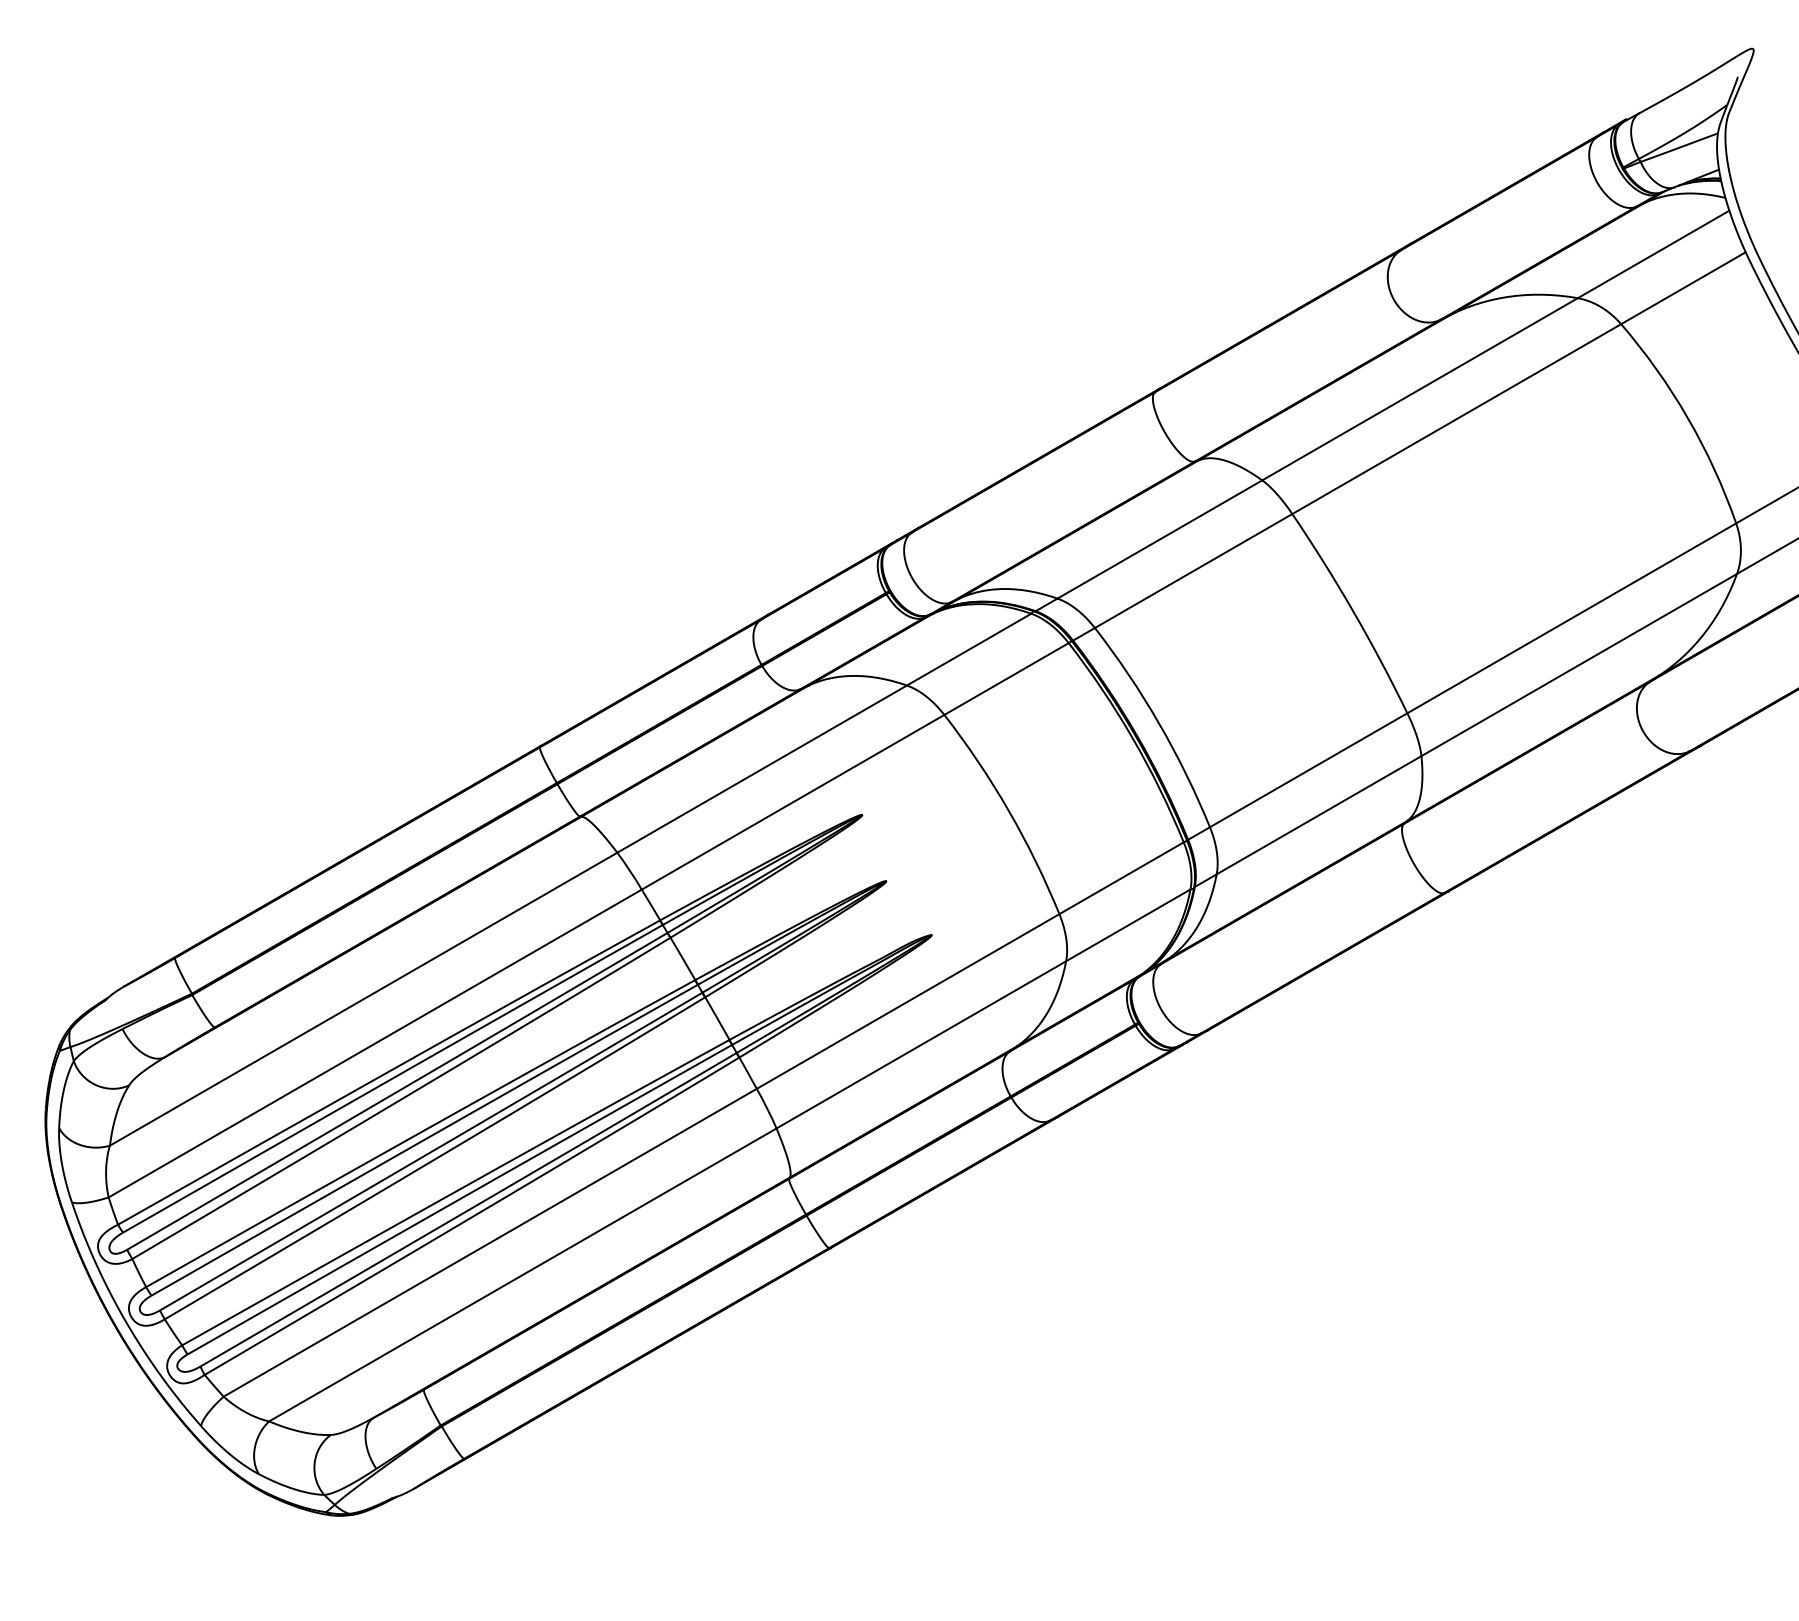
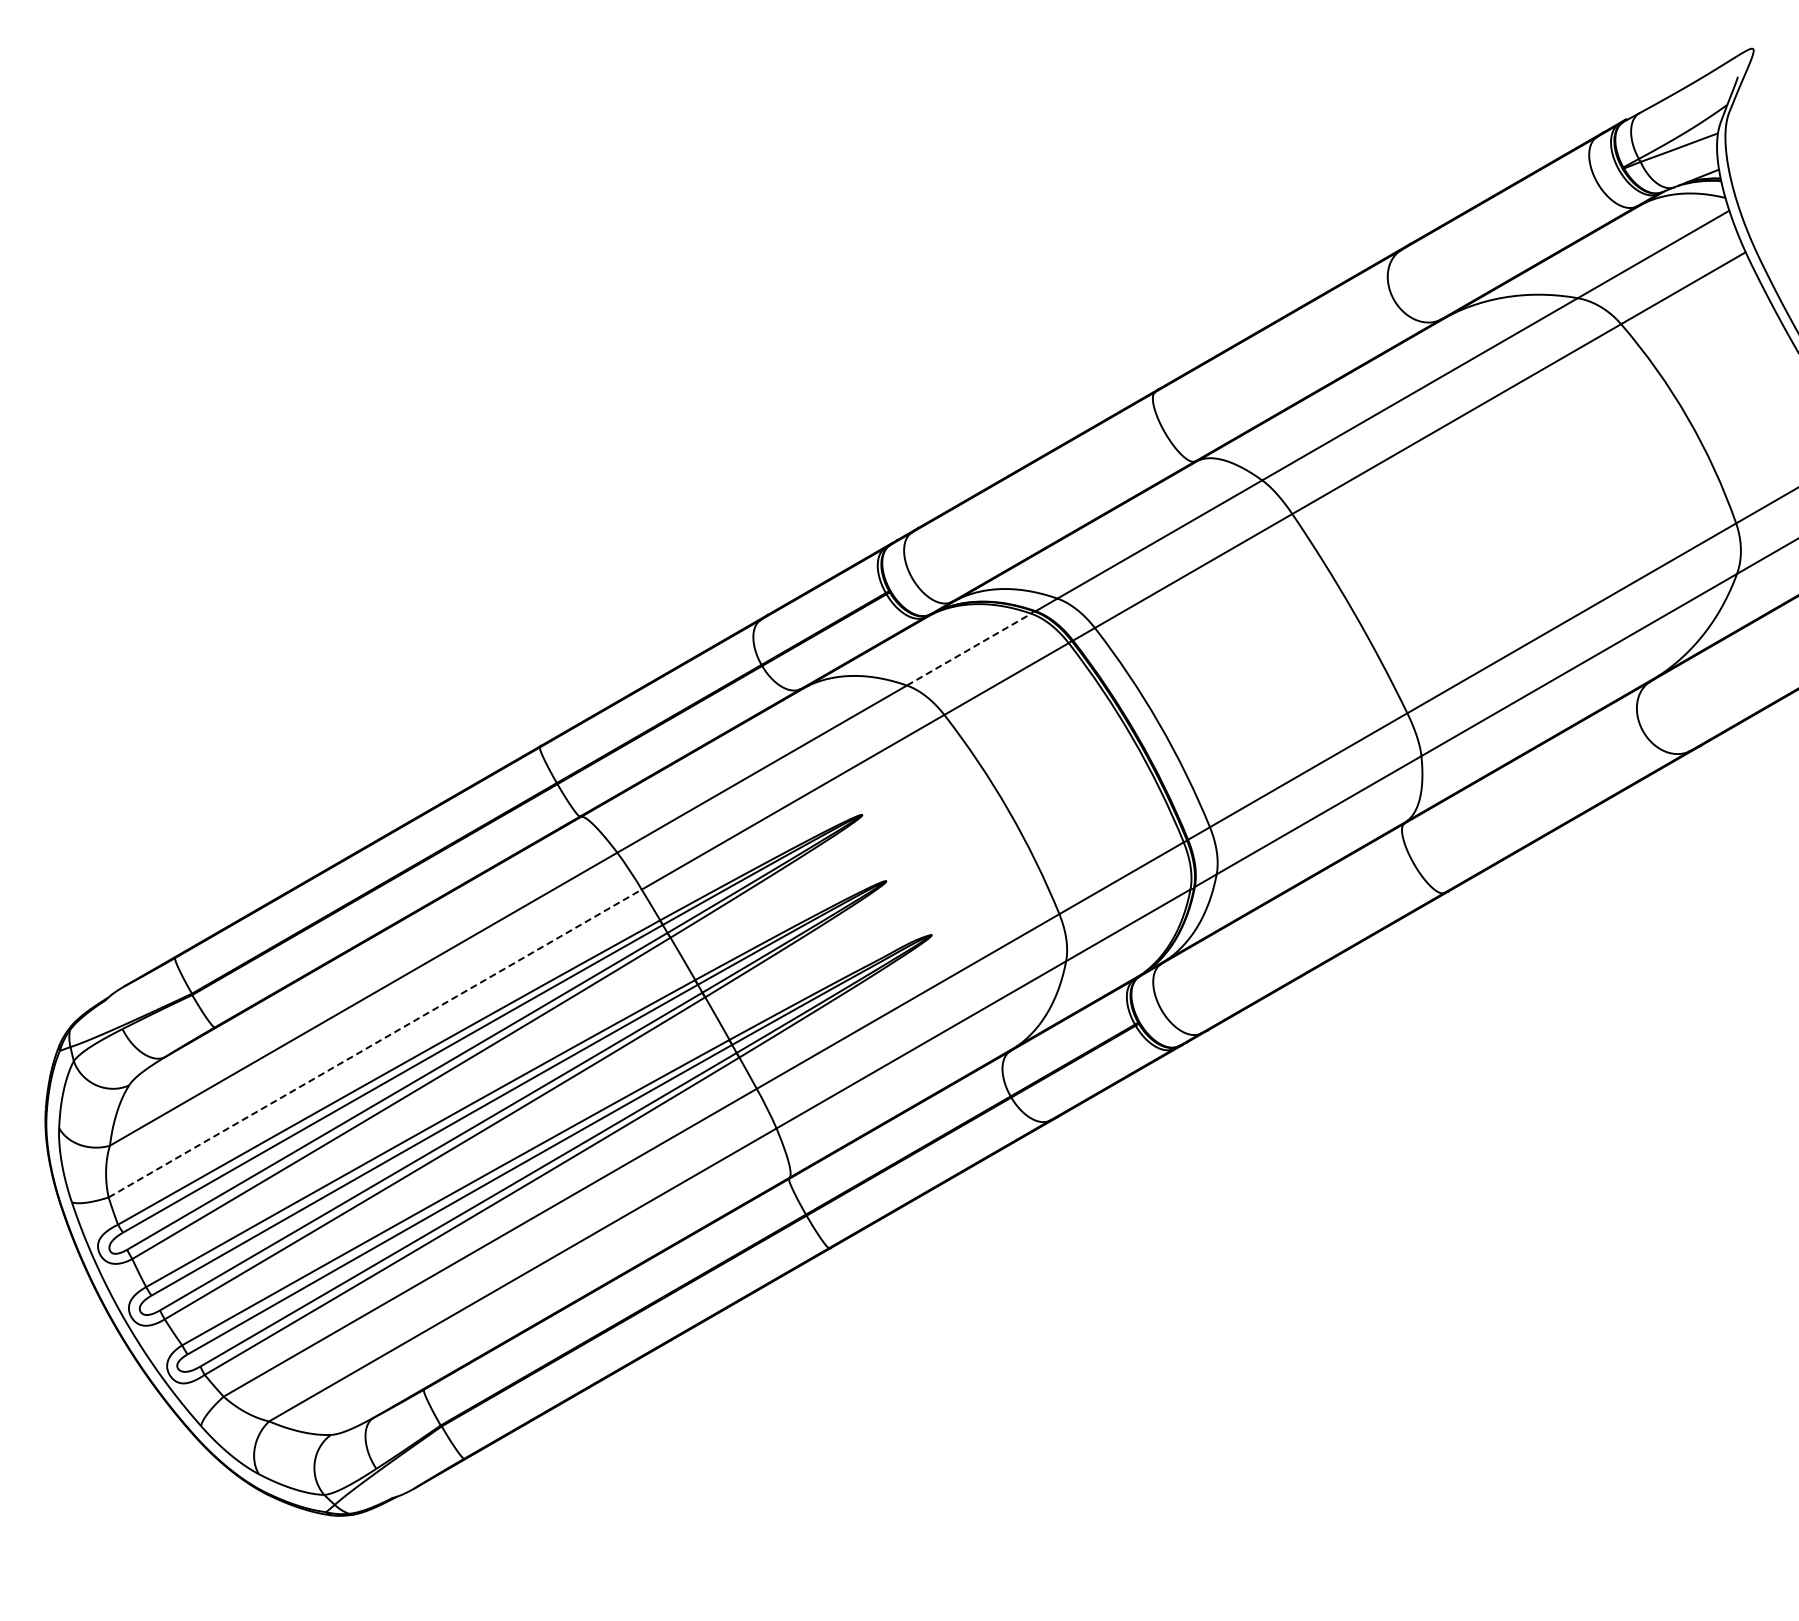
line at (969, 649): solid -> dashed
line at (375, 1043): solid -> dashed
